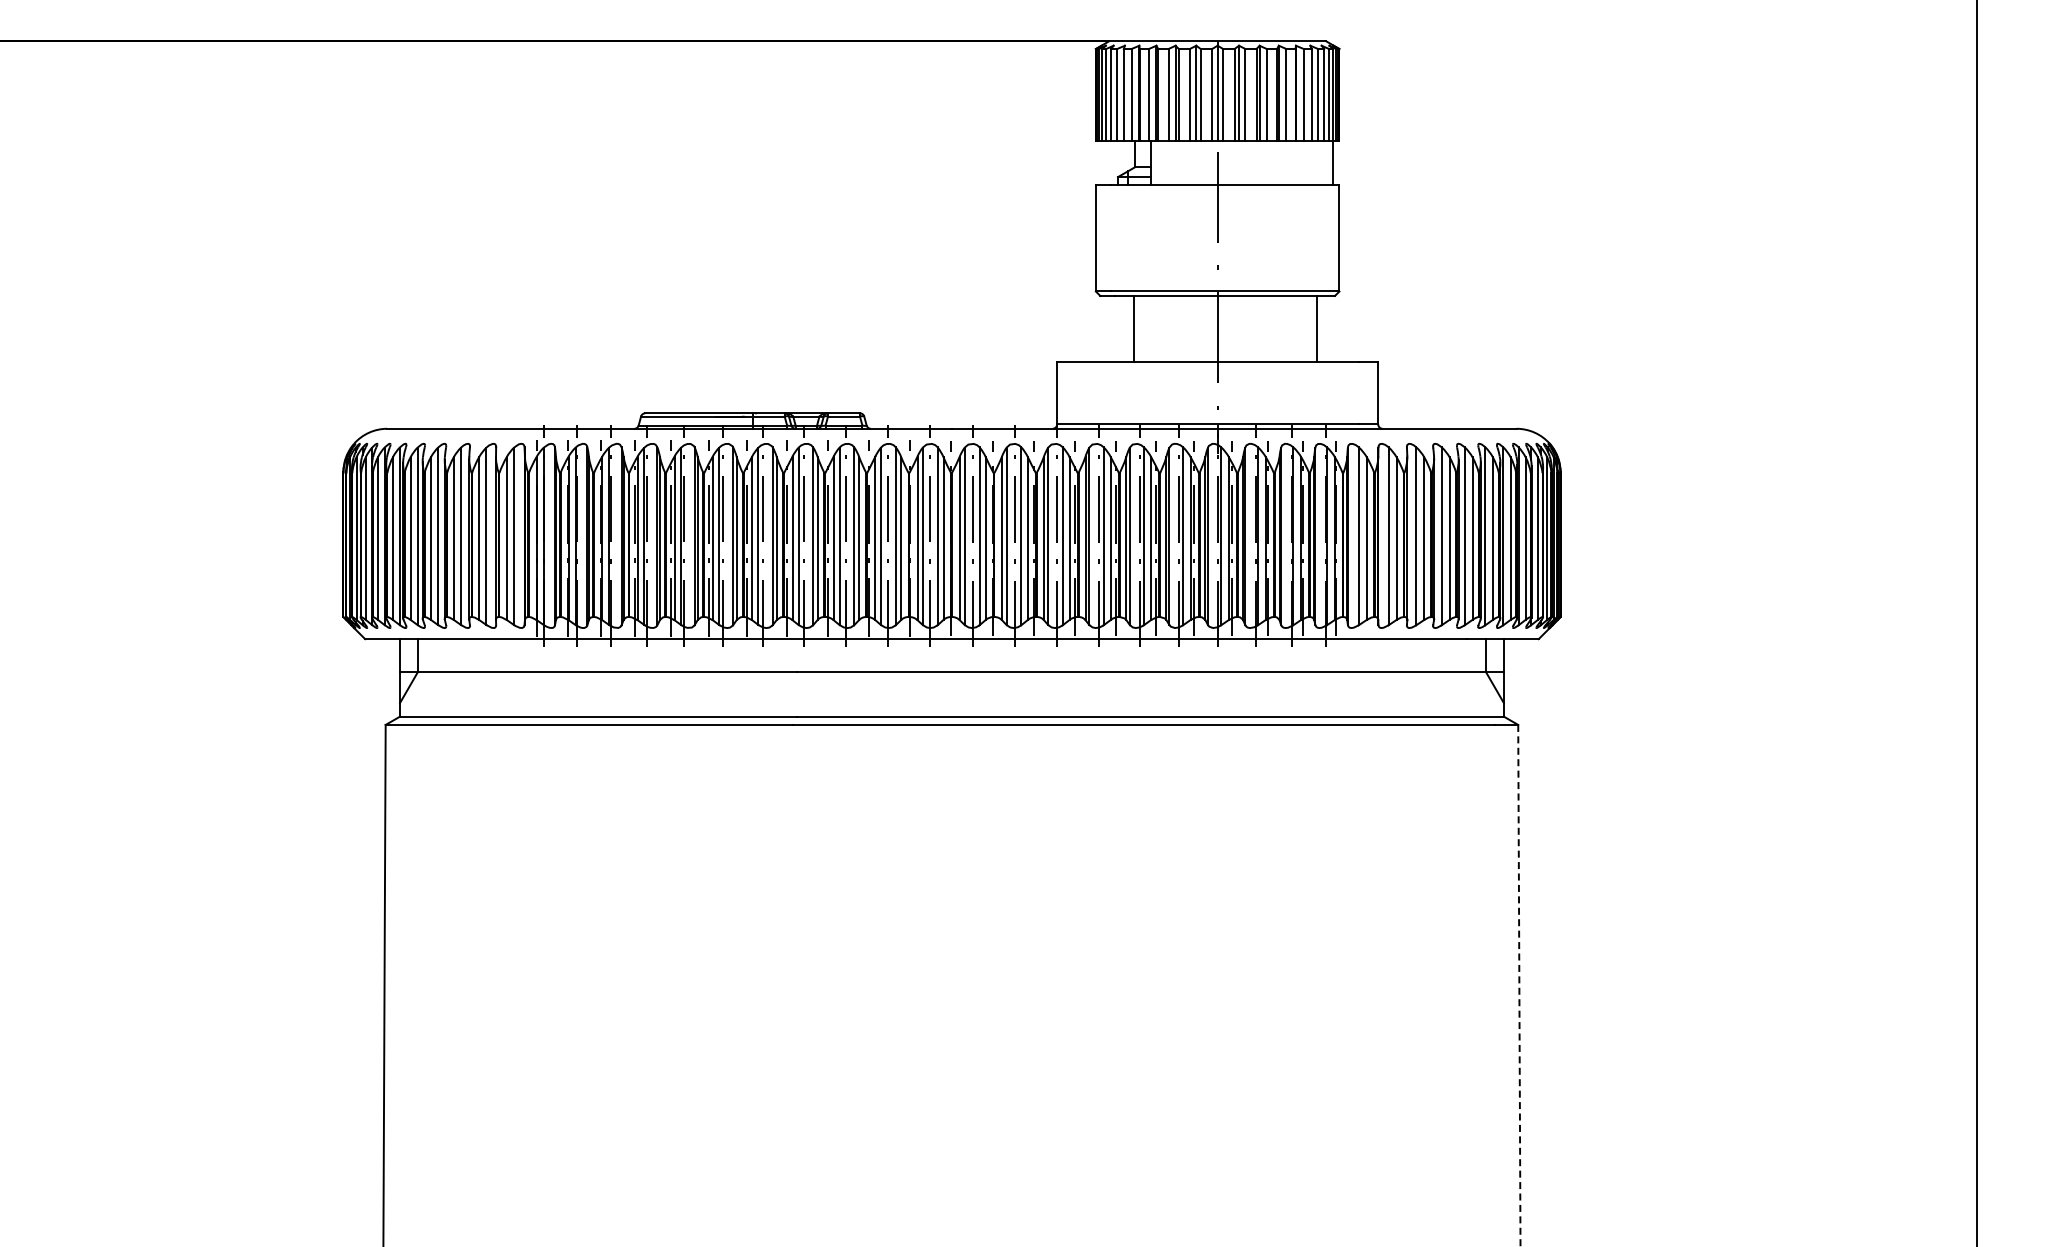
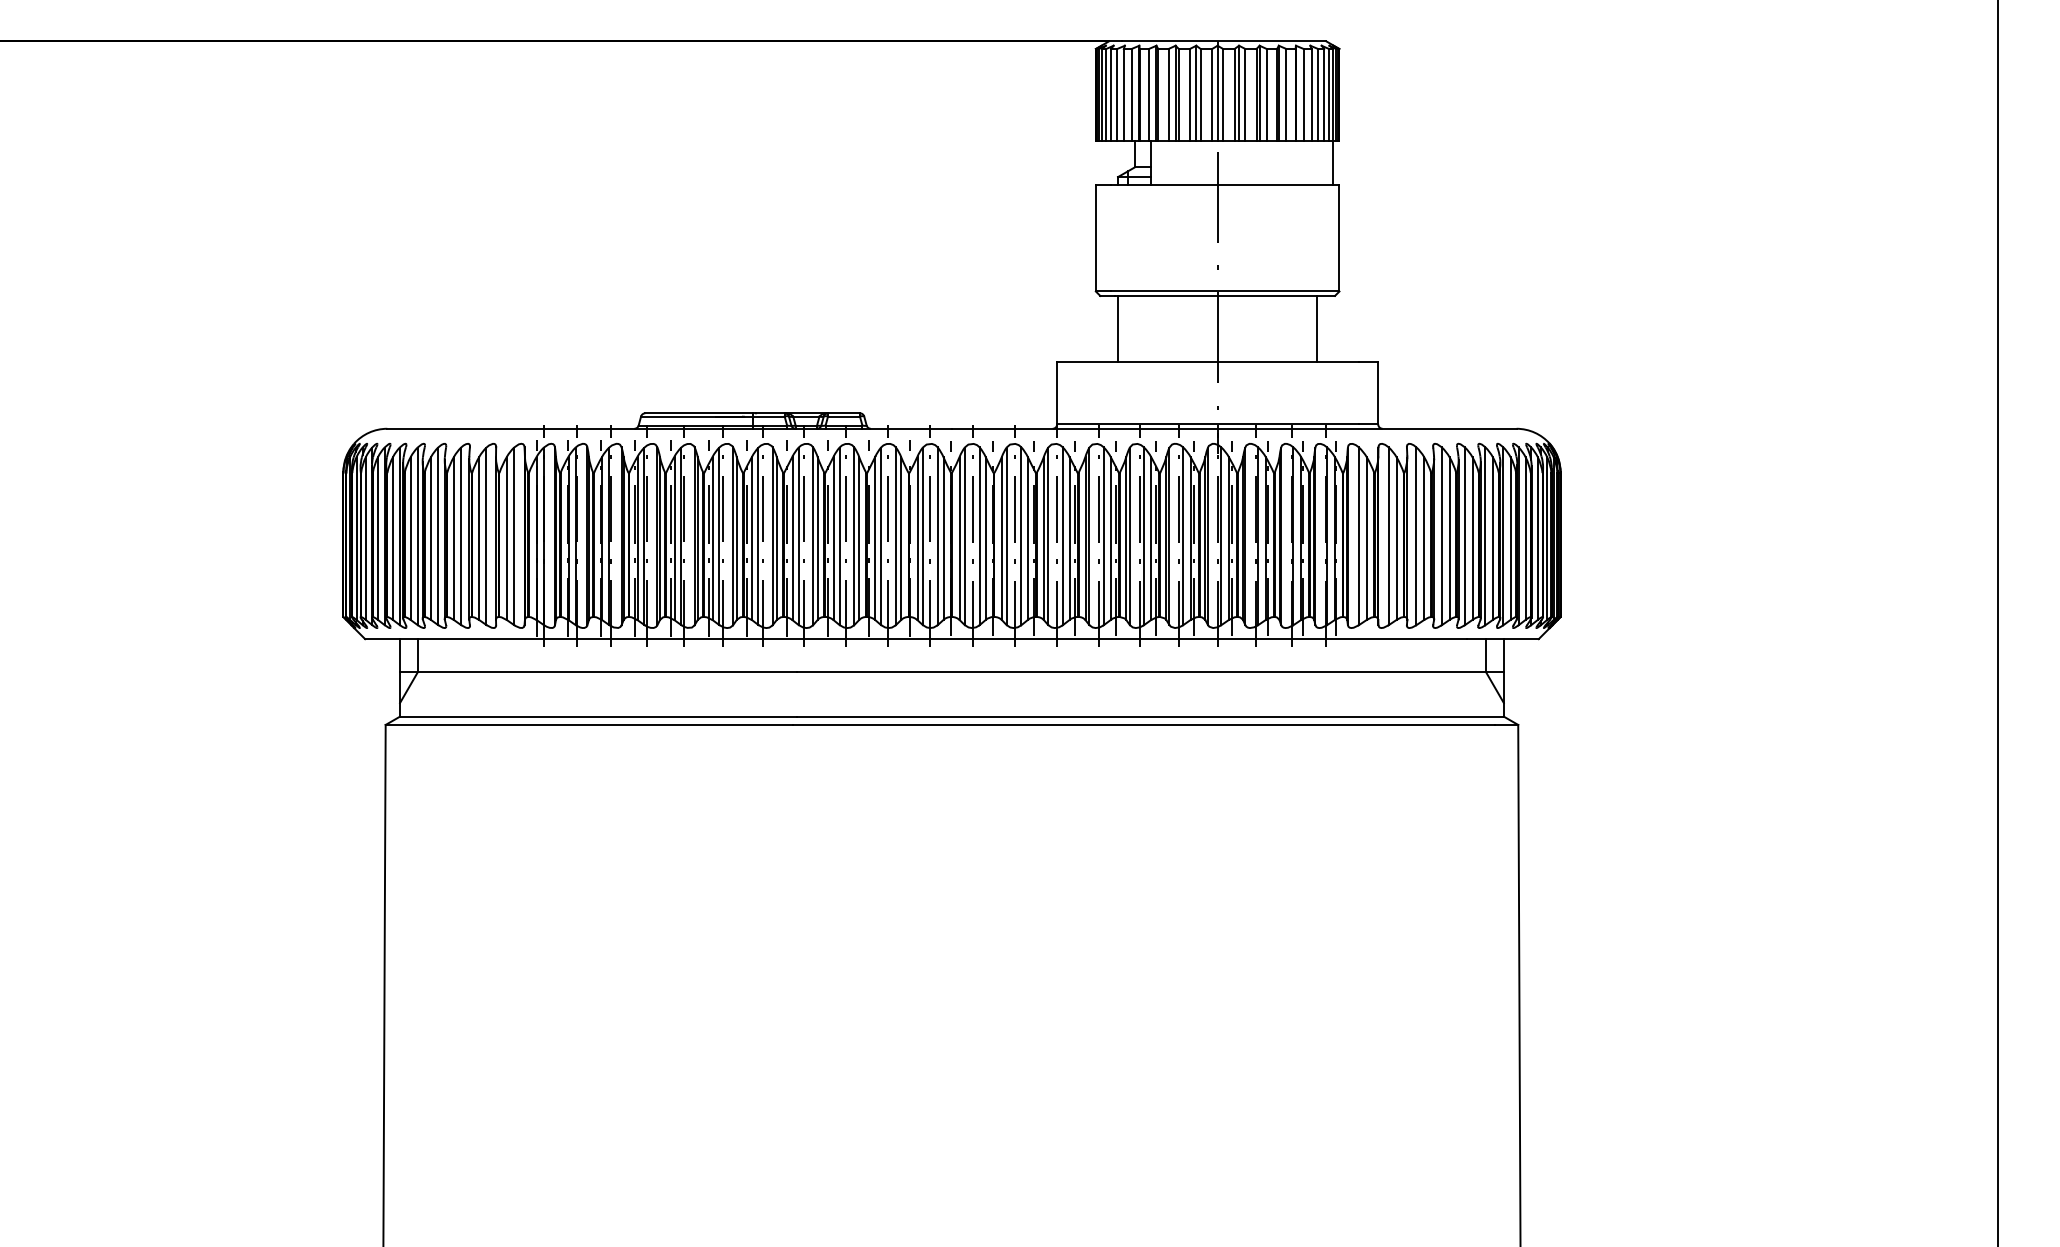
line at (1134, 328) position: (1134, 328) -> (1118, 328)
line at (1977, 622) position: (1977, 622) -> (1998, 622)
line at (1519, 985): dashed -> solid
